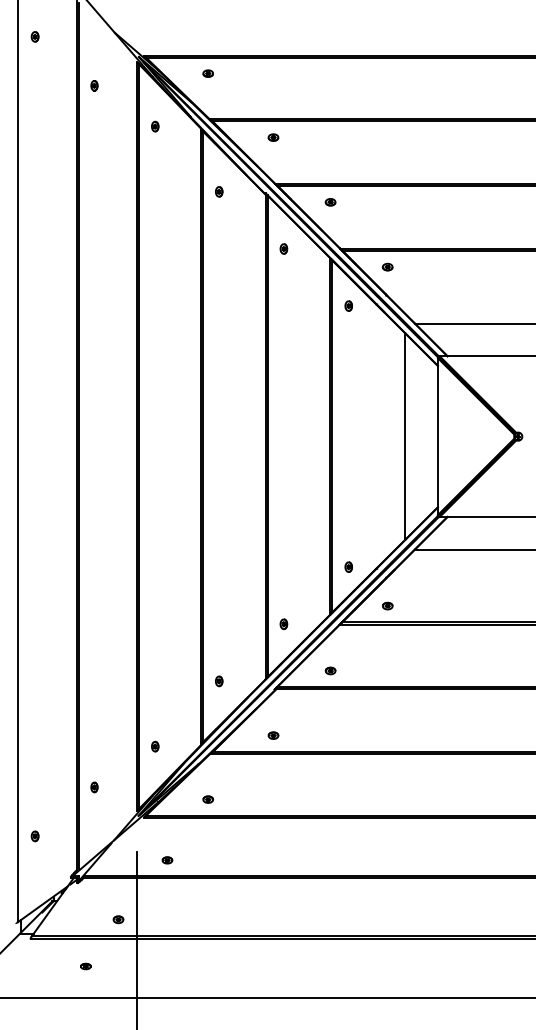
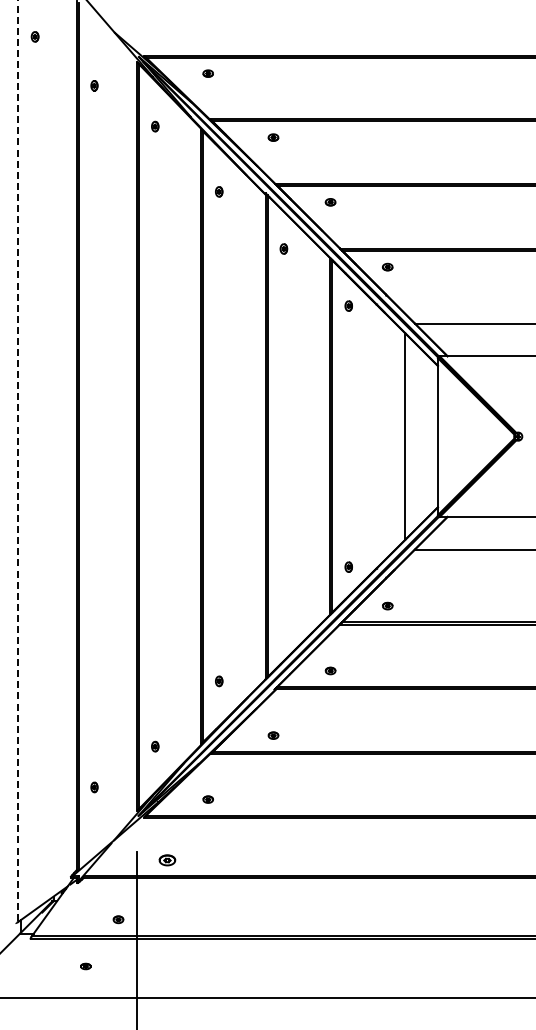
line at (18, 461): solid -> dashed
part at (283, 624): present -> none
part at (34, 836): present -> none
part at (167, 860) size: 13x9 px -> 19x13 px
